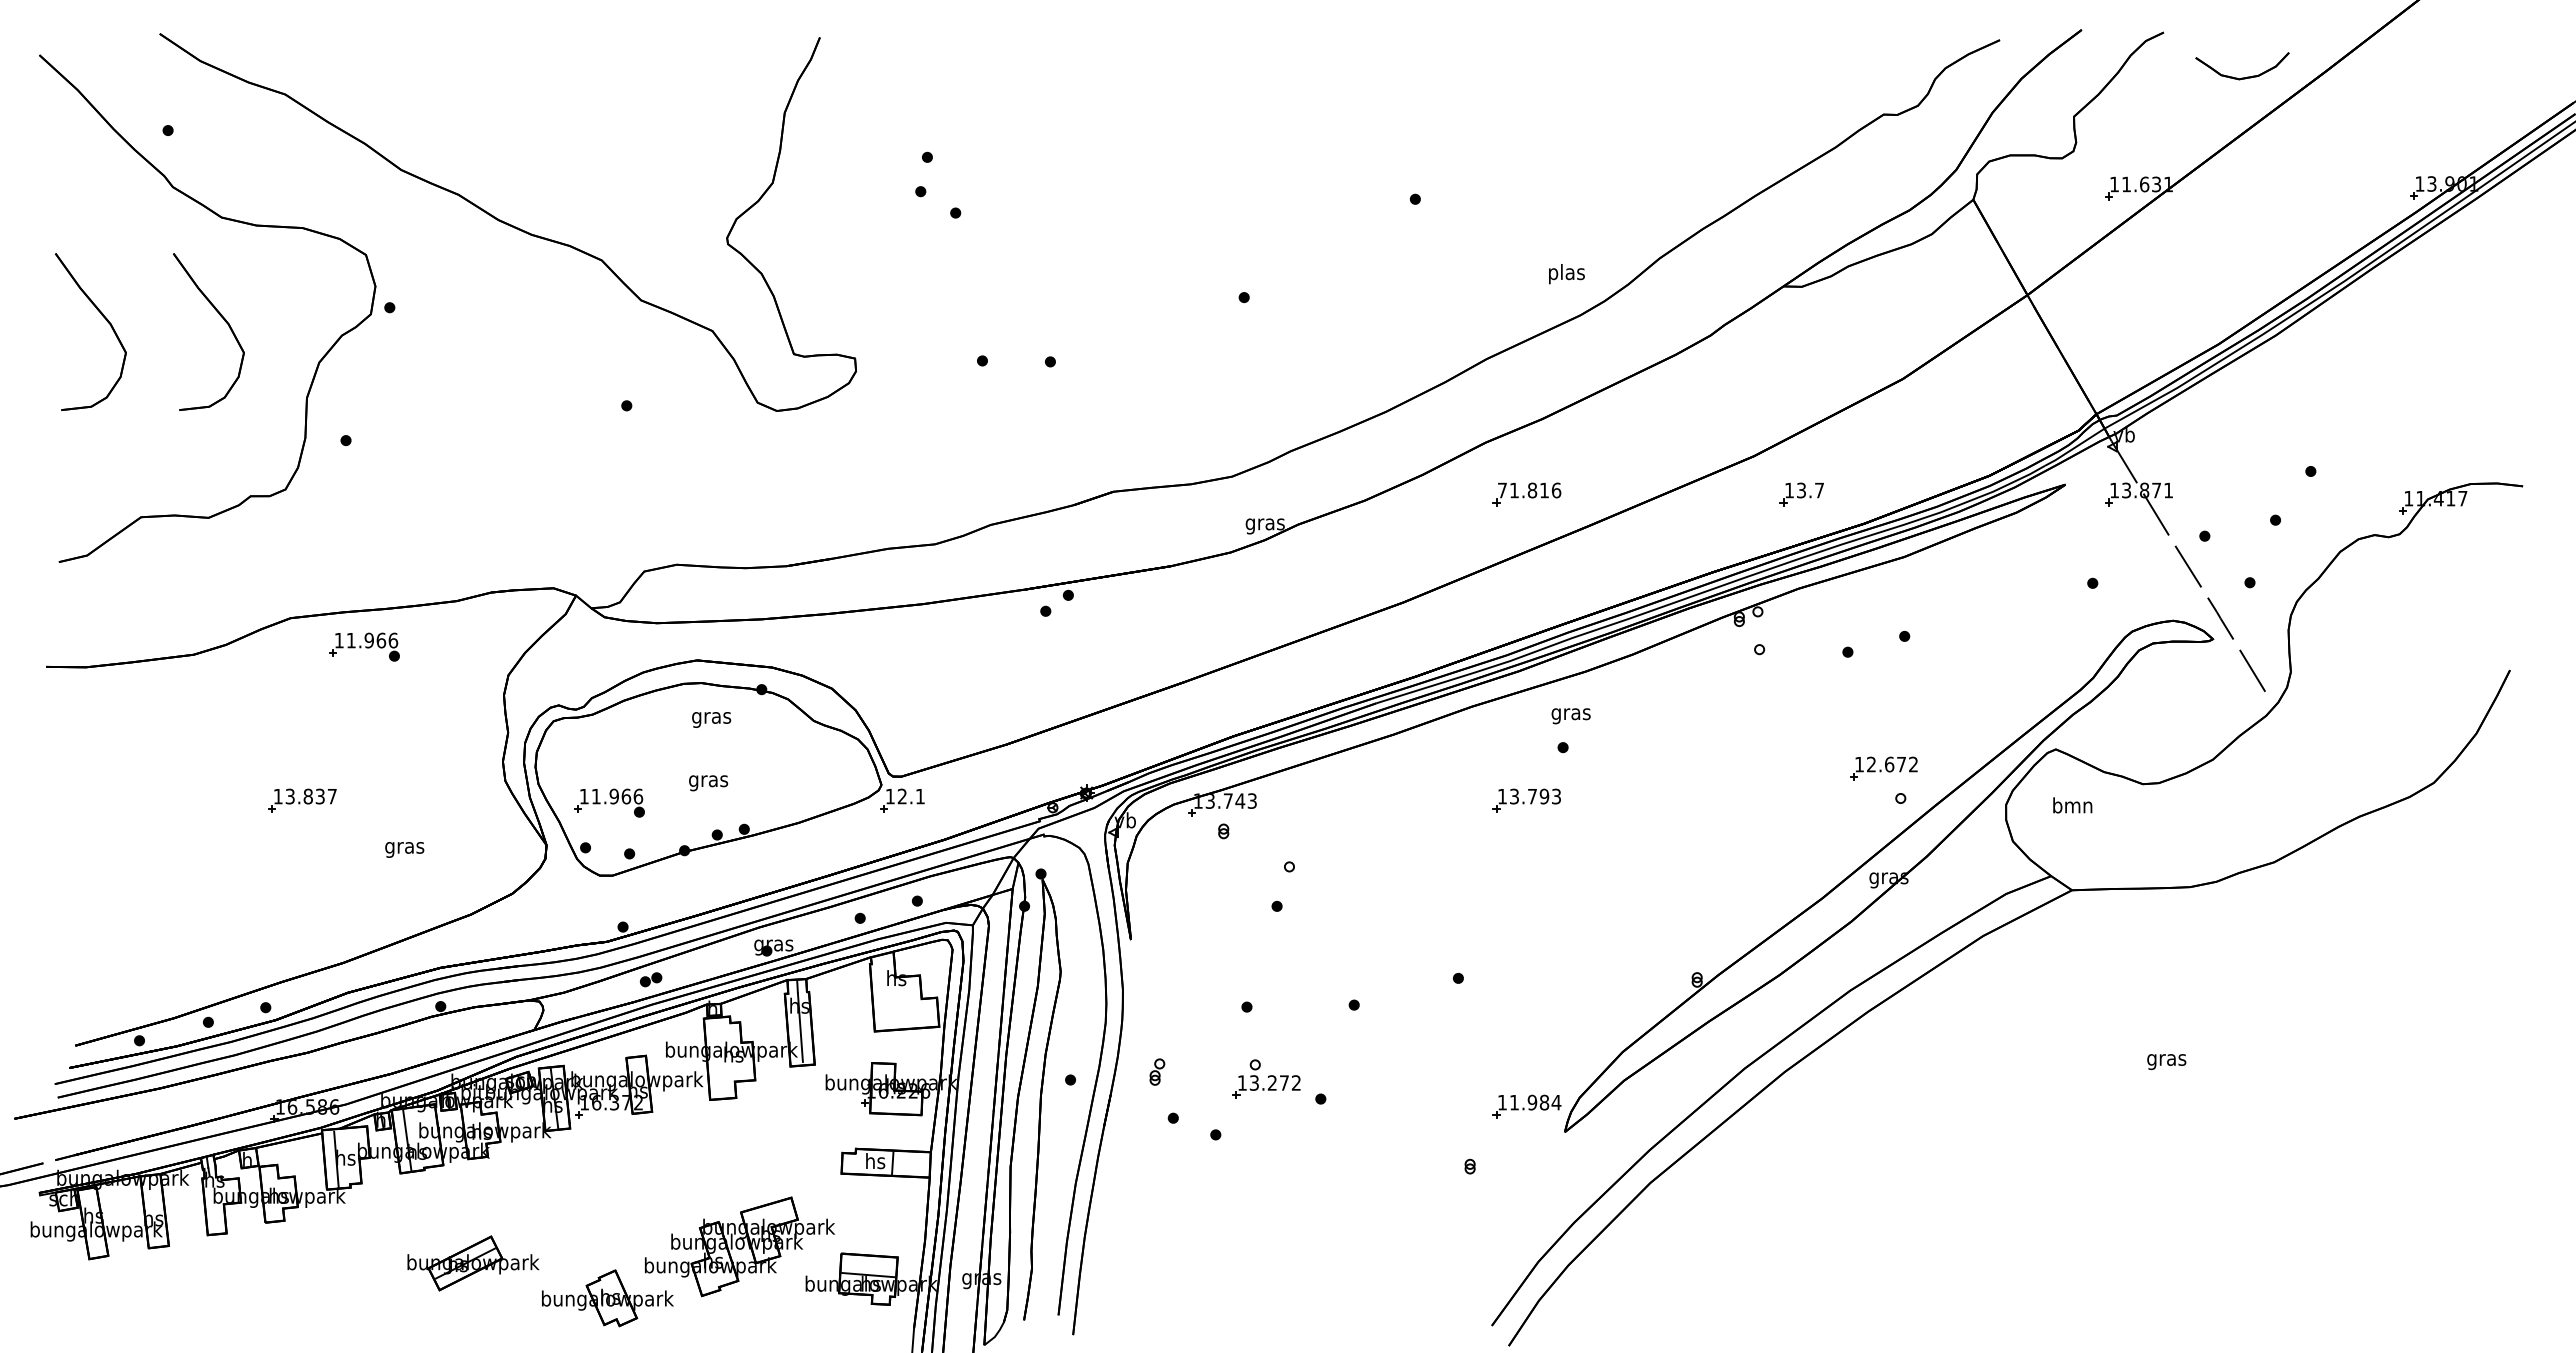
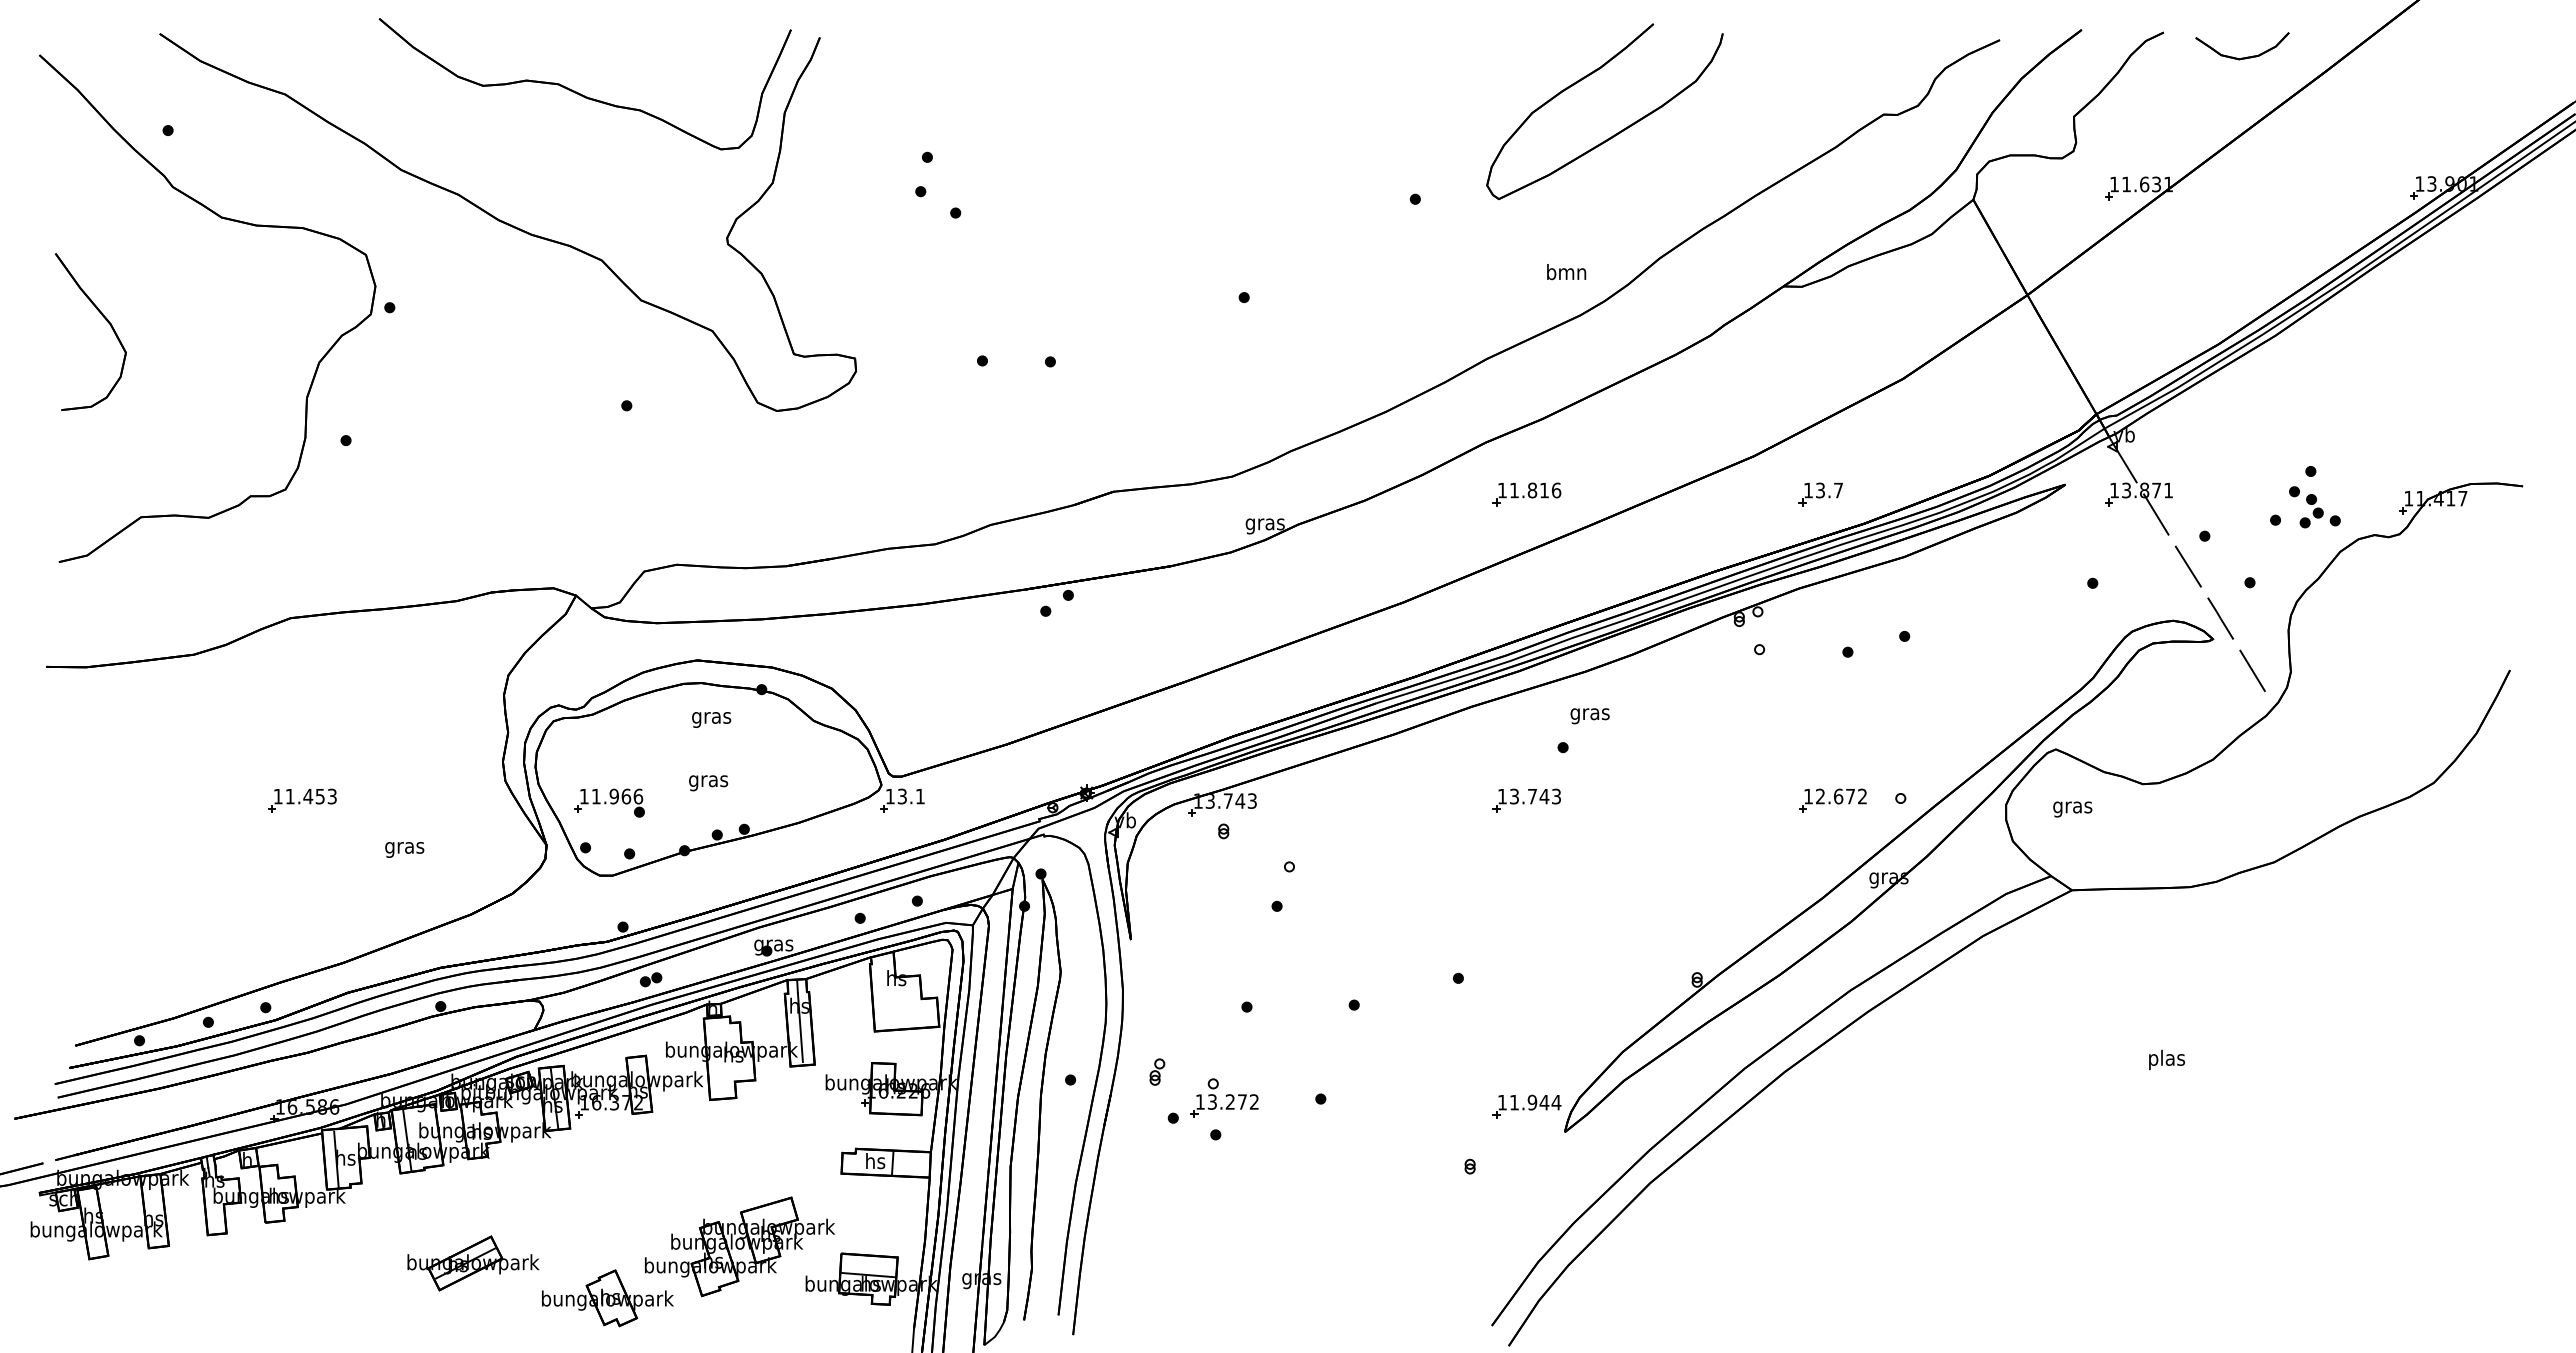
part at (2242, 77) position: (2242, 77) -> (2242, 57)
part at (580, 93): none -> present
part at (1617, 132): none -> present
text at (1566, 274): plas -> bmn
part at (221, 317): present -> none
text at (1502, 490): 71.816 -> 11.816
part at (1801, 494) position: (1801, 494) -> (1820, 494)
part at (2314, 507): none -> present
part at (364, 646): present -> none
text at (1570, 716) position: (1570, 716) -> (1589, 716)
part at (1883, 768) position: (1883, 768) -> (1832, 800)
text at (310, 796): 13.837 -> 11.453
text at (901, 796): 12.1 -> 13.1
text at (1544, 796): 13.793 -> 13.743
text at (2072, 807): bmn -> gras
text at (2166, 1059): gras -> plas
part at (1266, 1078) position: (1266, 1078) -> (1224, 1097)
text at (1544, 1102): 11.984 -> 11.944
